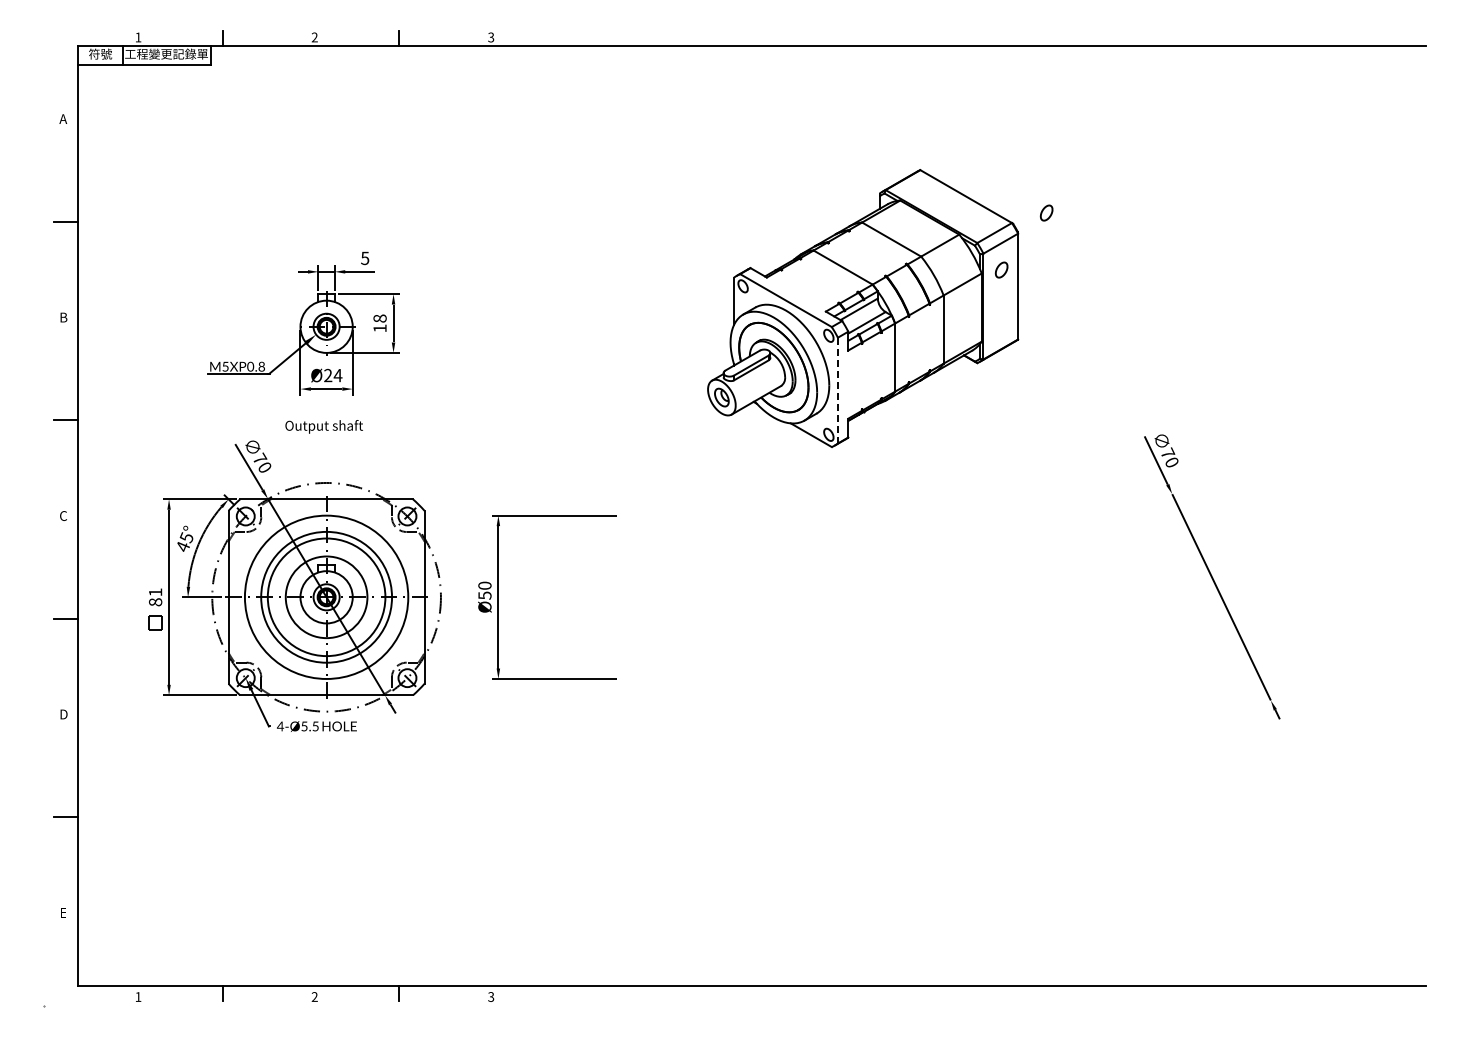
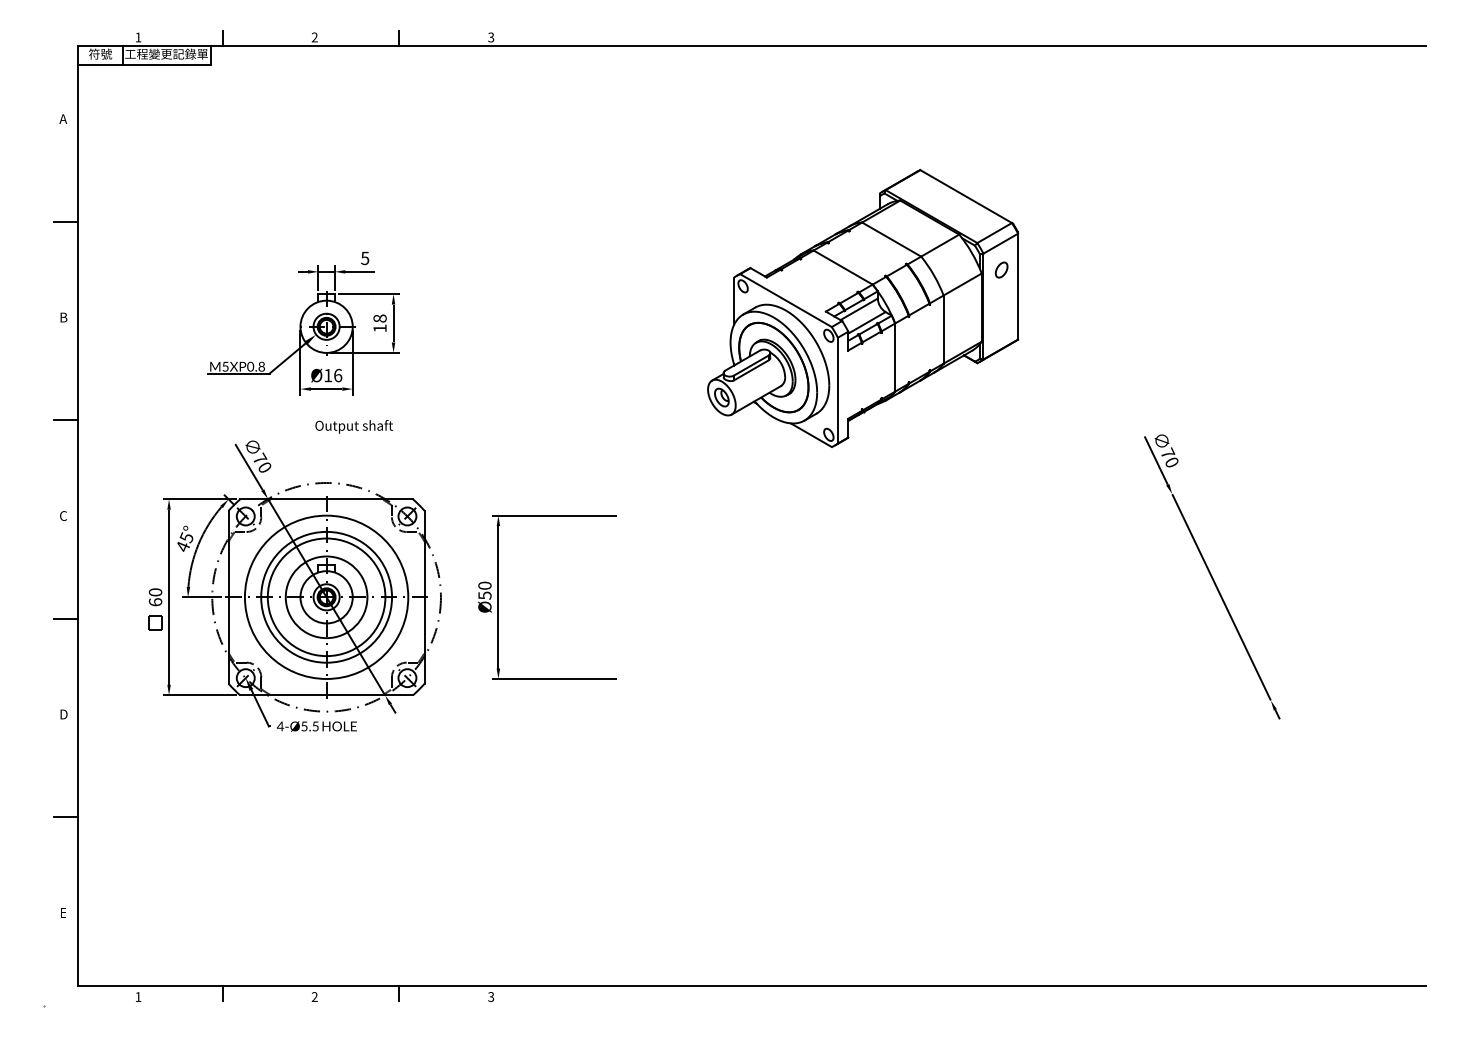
part at (1046, 212): present -> none
text at (333, 375): Ø24 -> Ø16
line at (837, 390): dashed -> solid
text at (323, 426) position: (323, 426) -> (353, 426)
text at (155, 597): 81 -> 60
